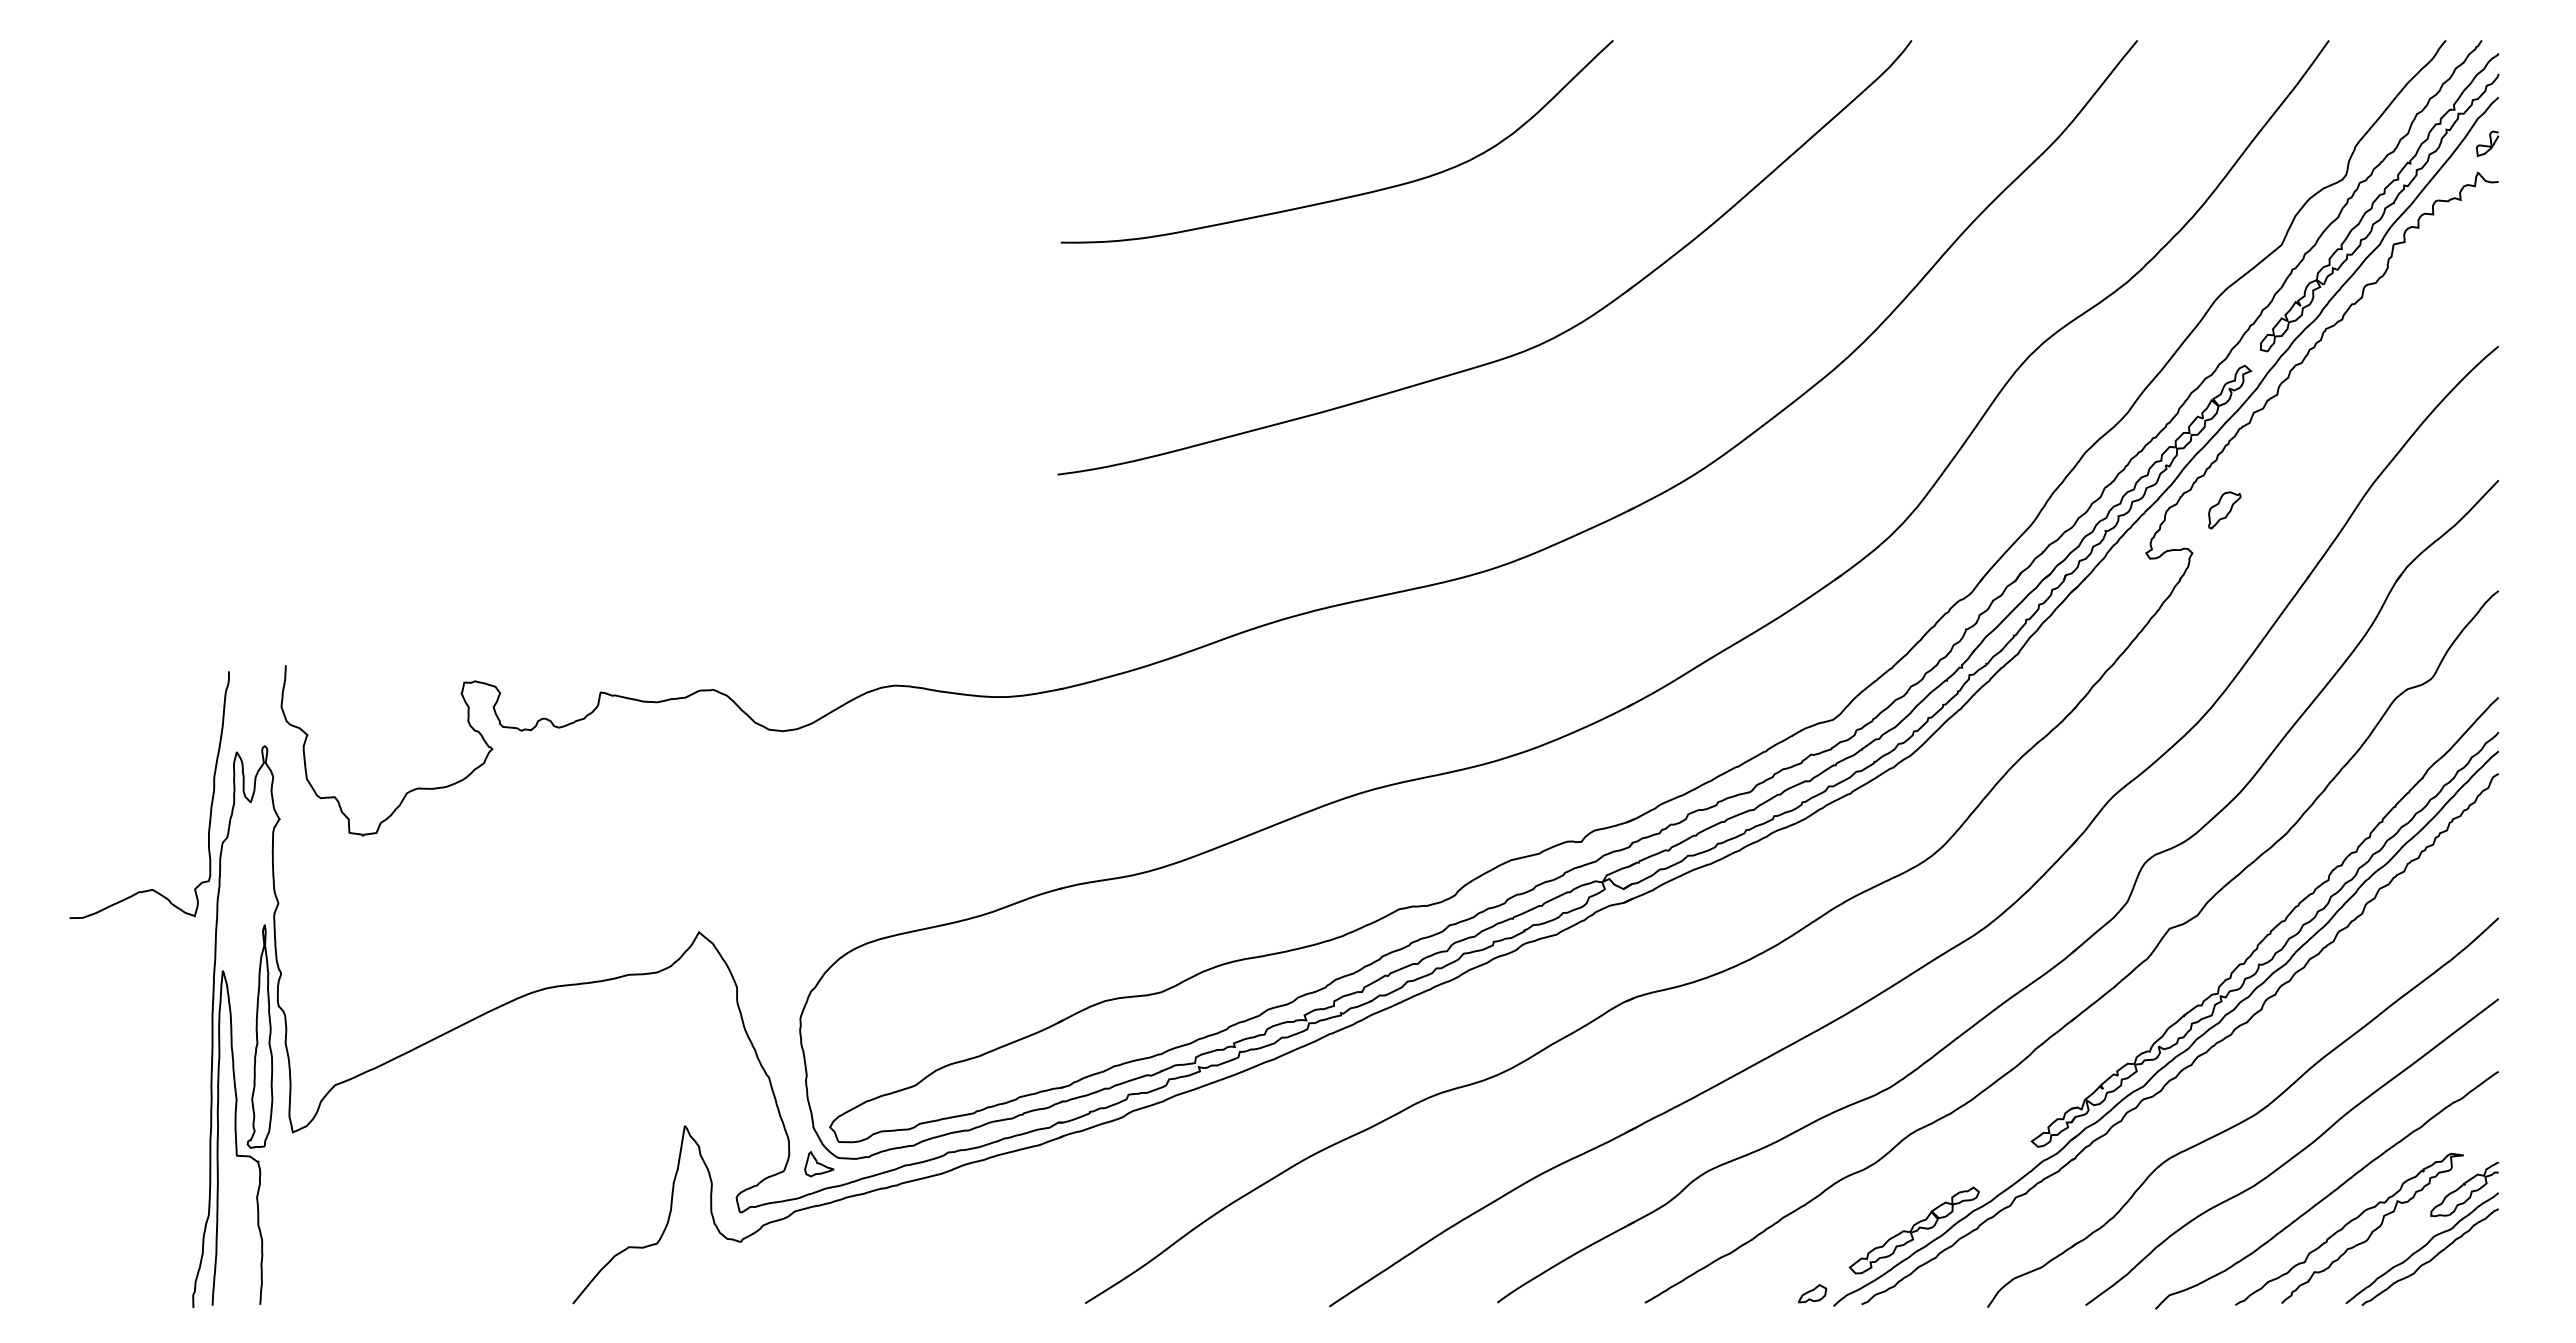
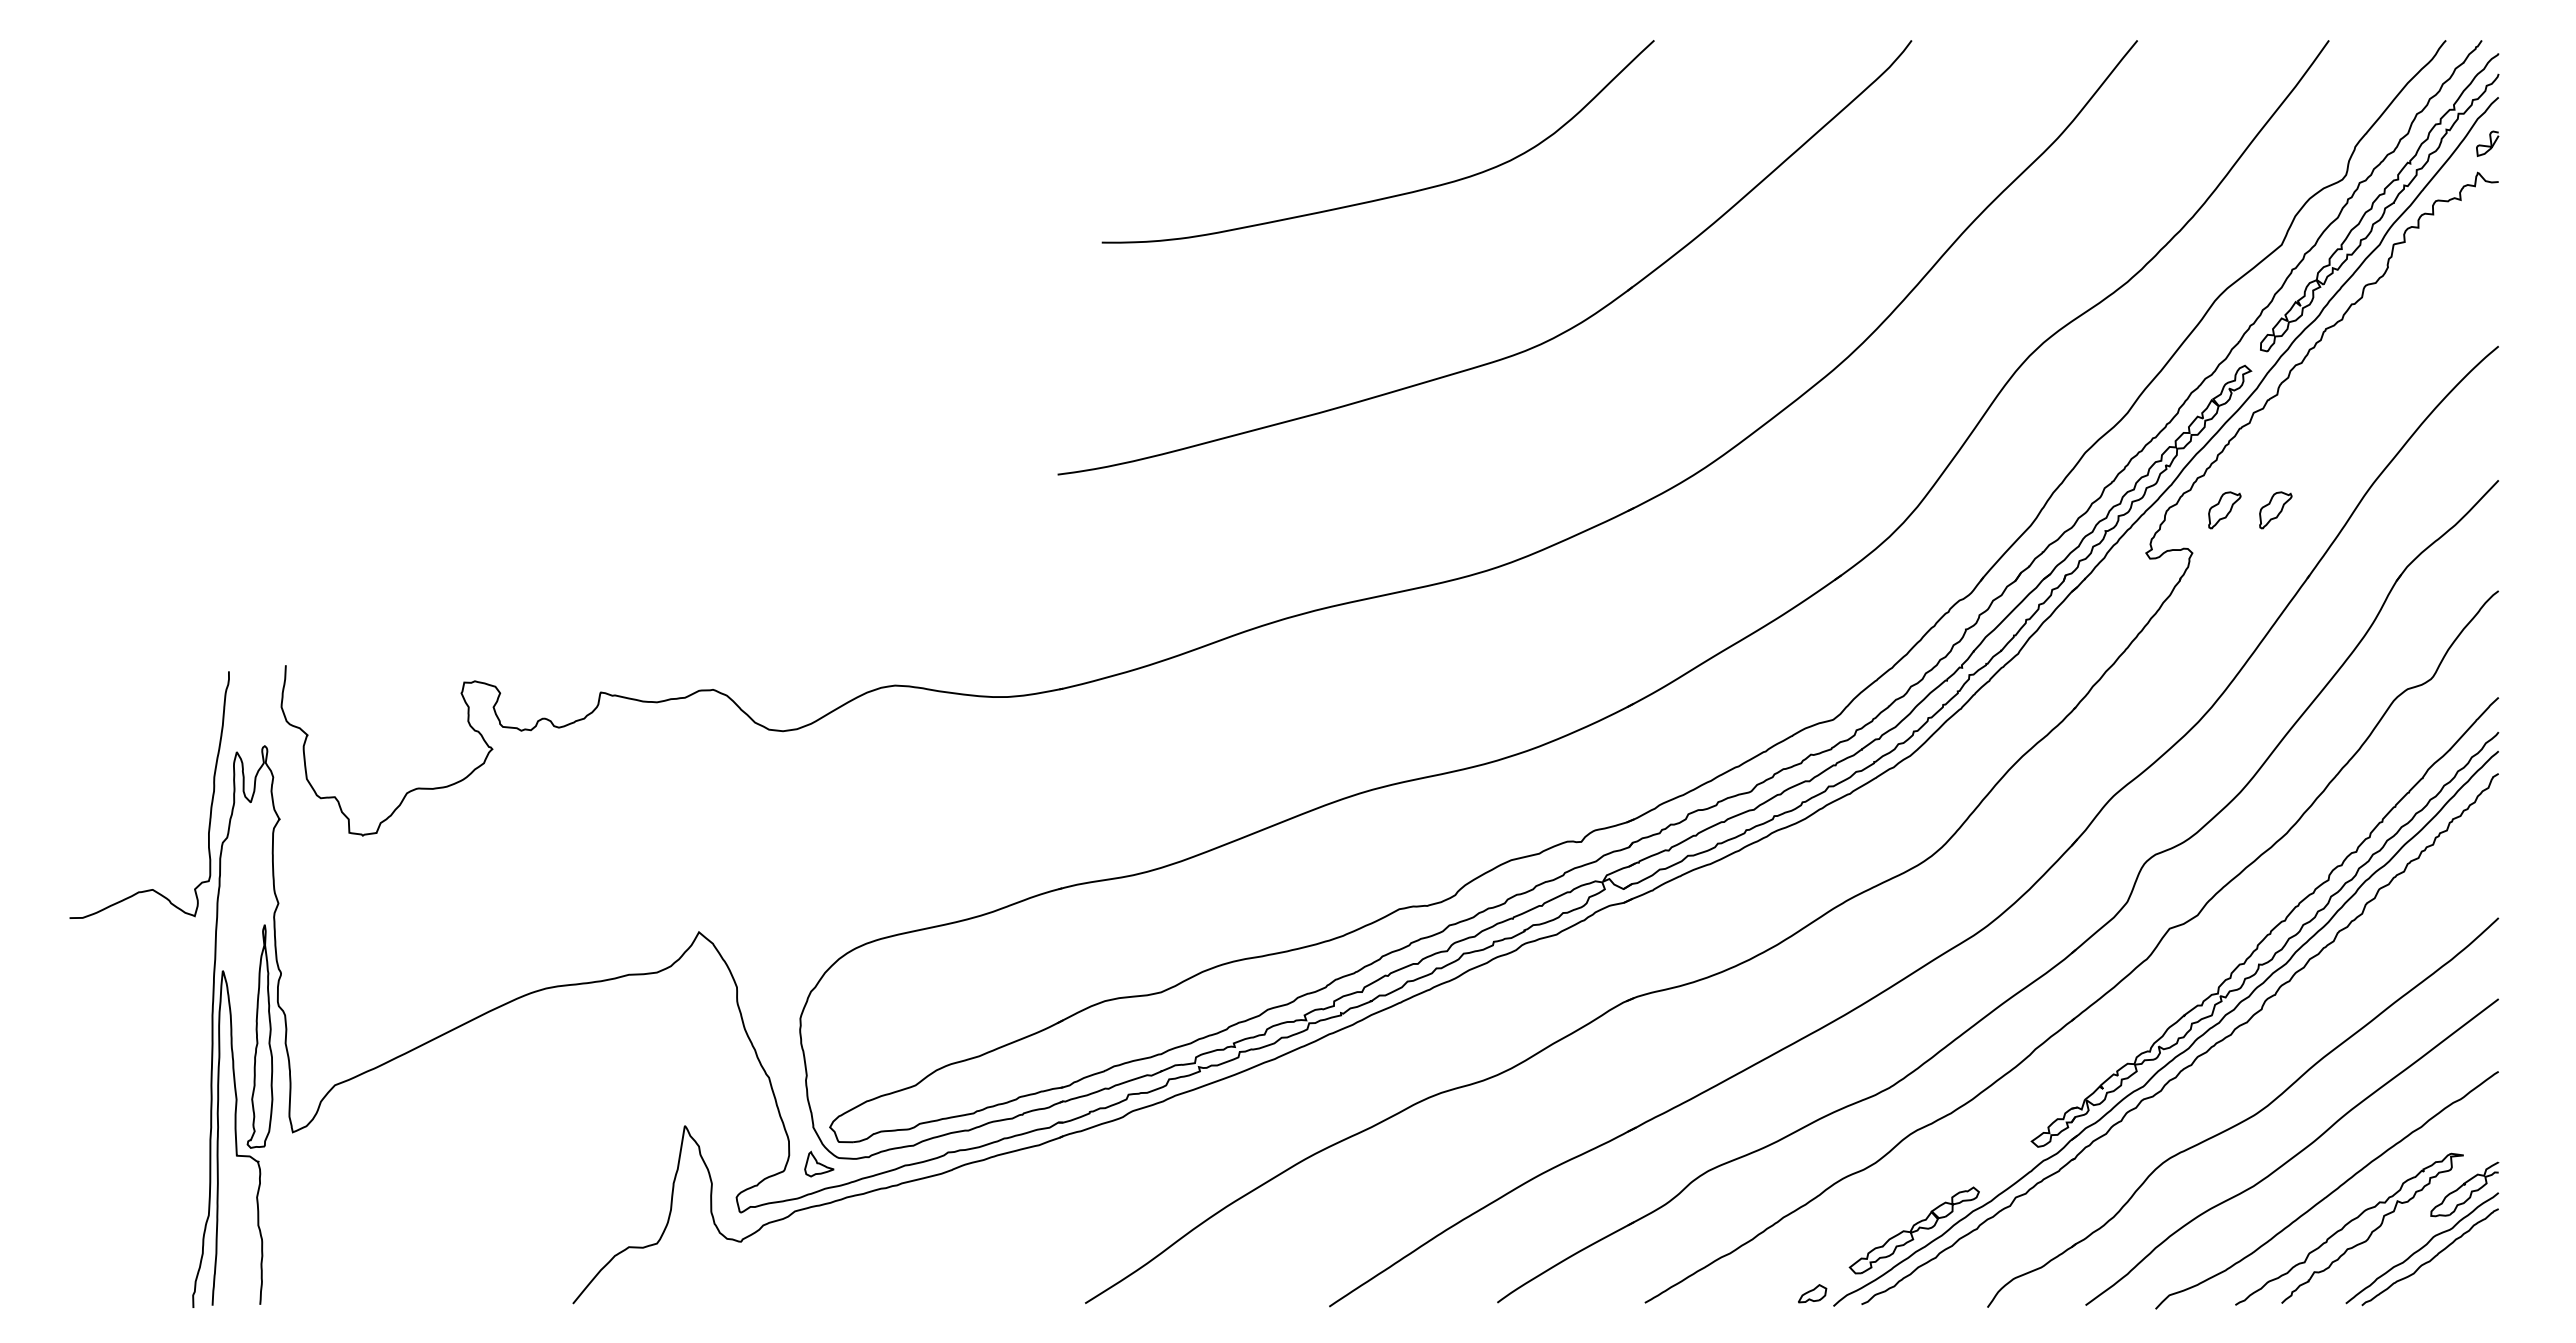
curve at (1346, 196) position: (1346, 196) -> (1387, 196)
part at (2275, 510): none -> present
